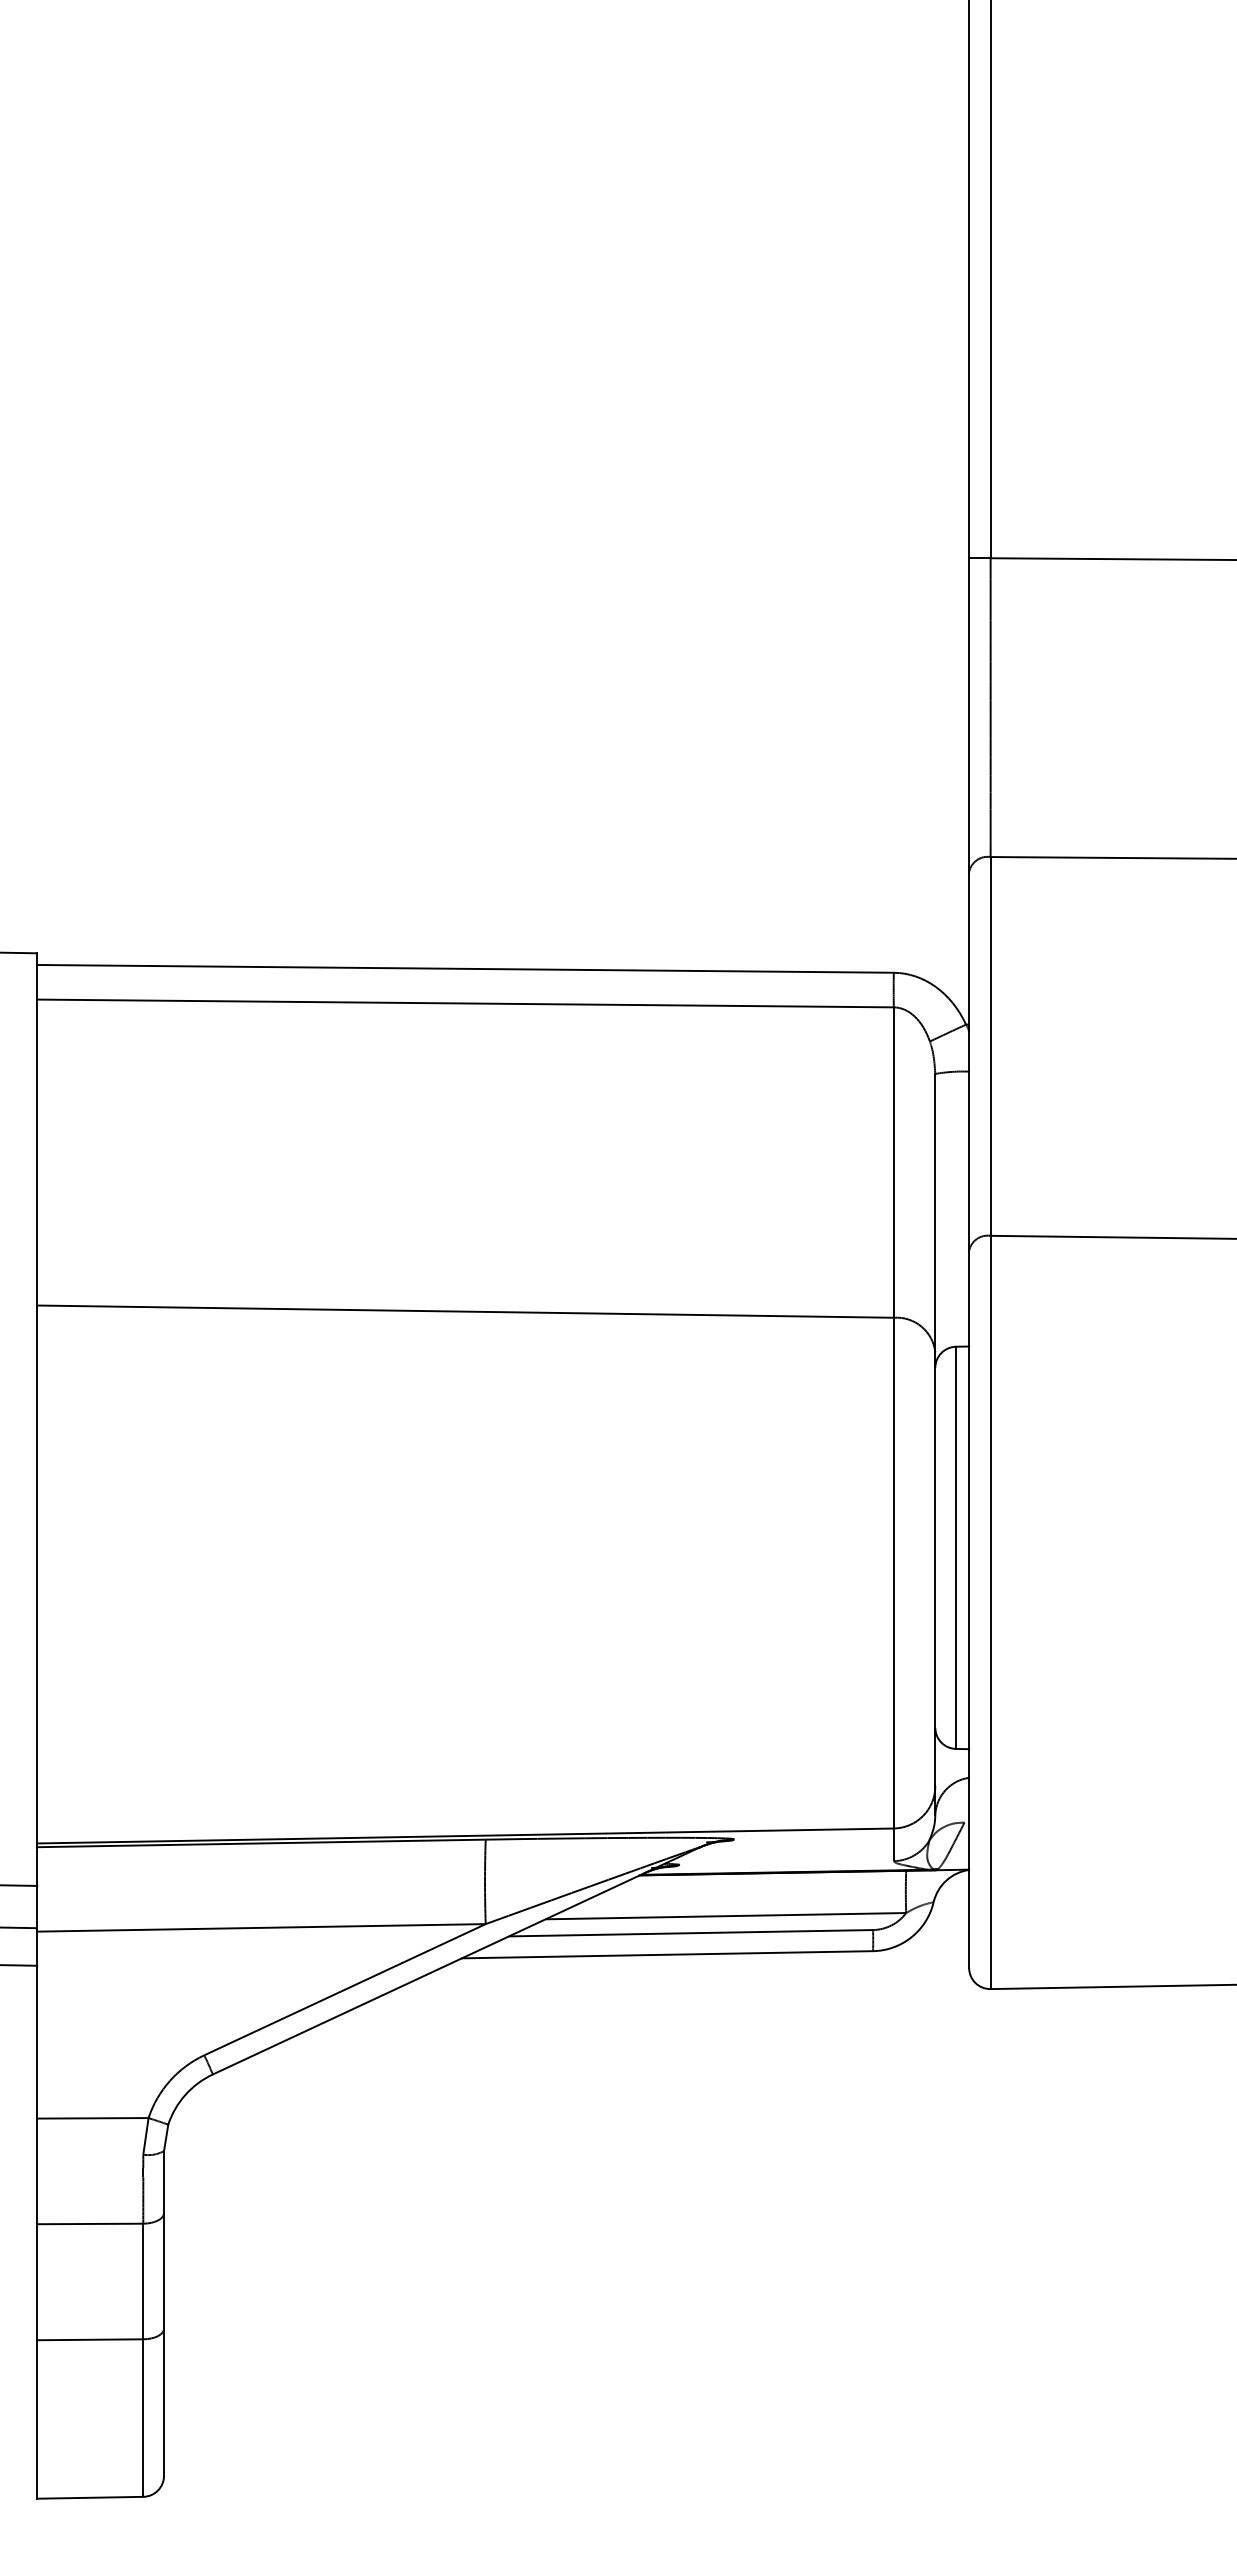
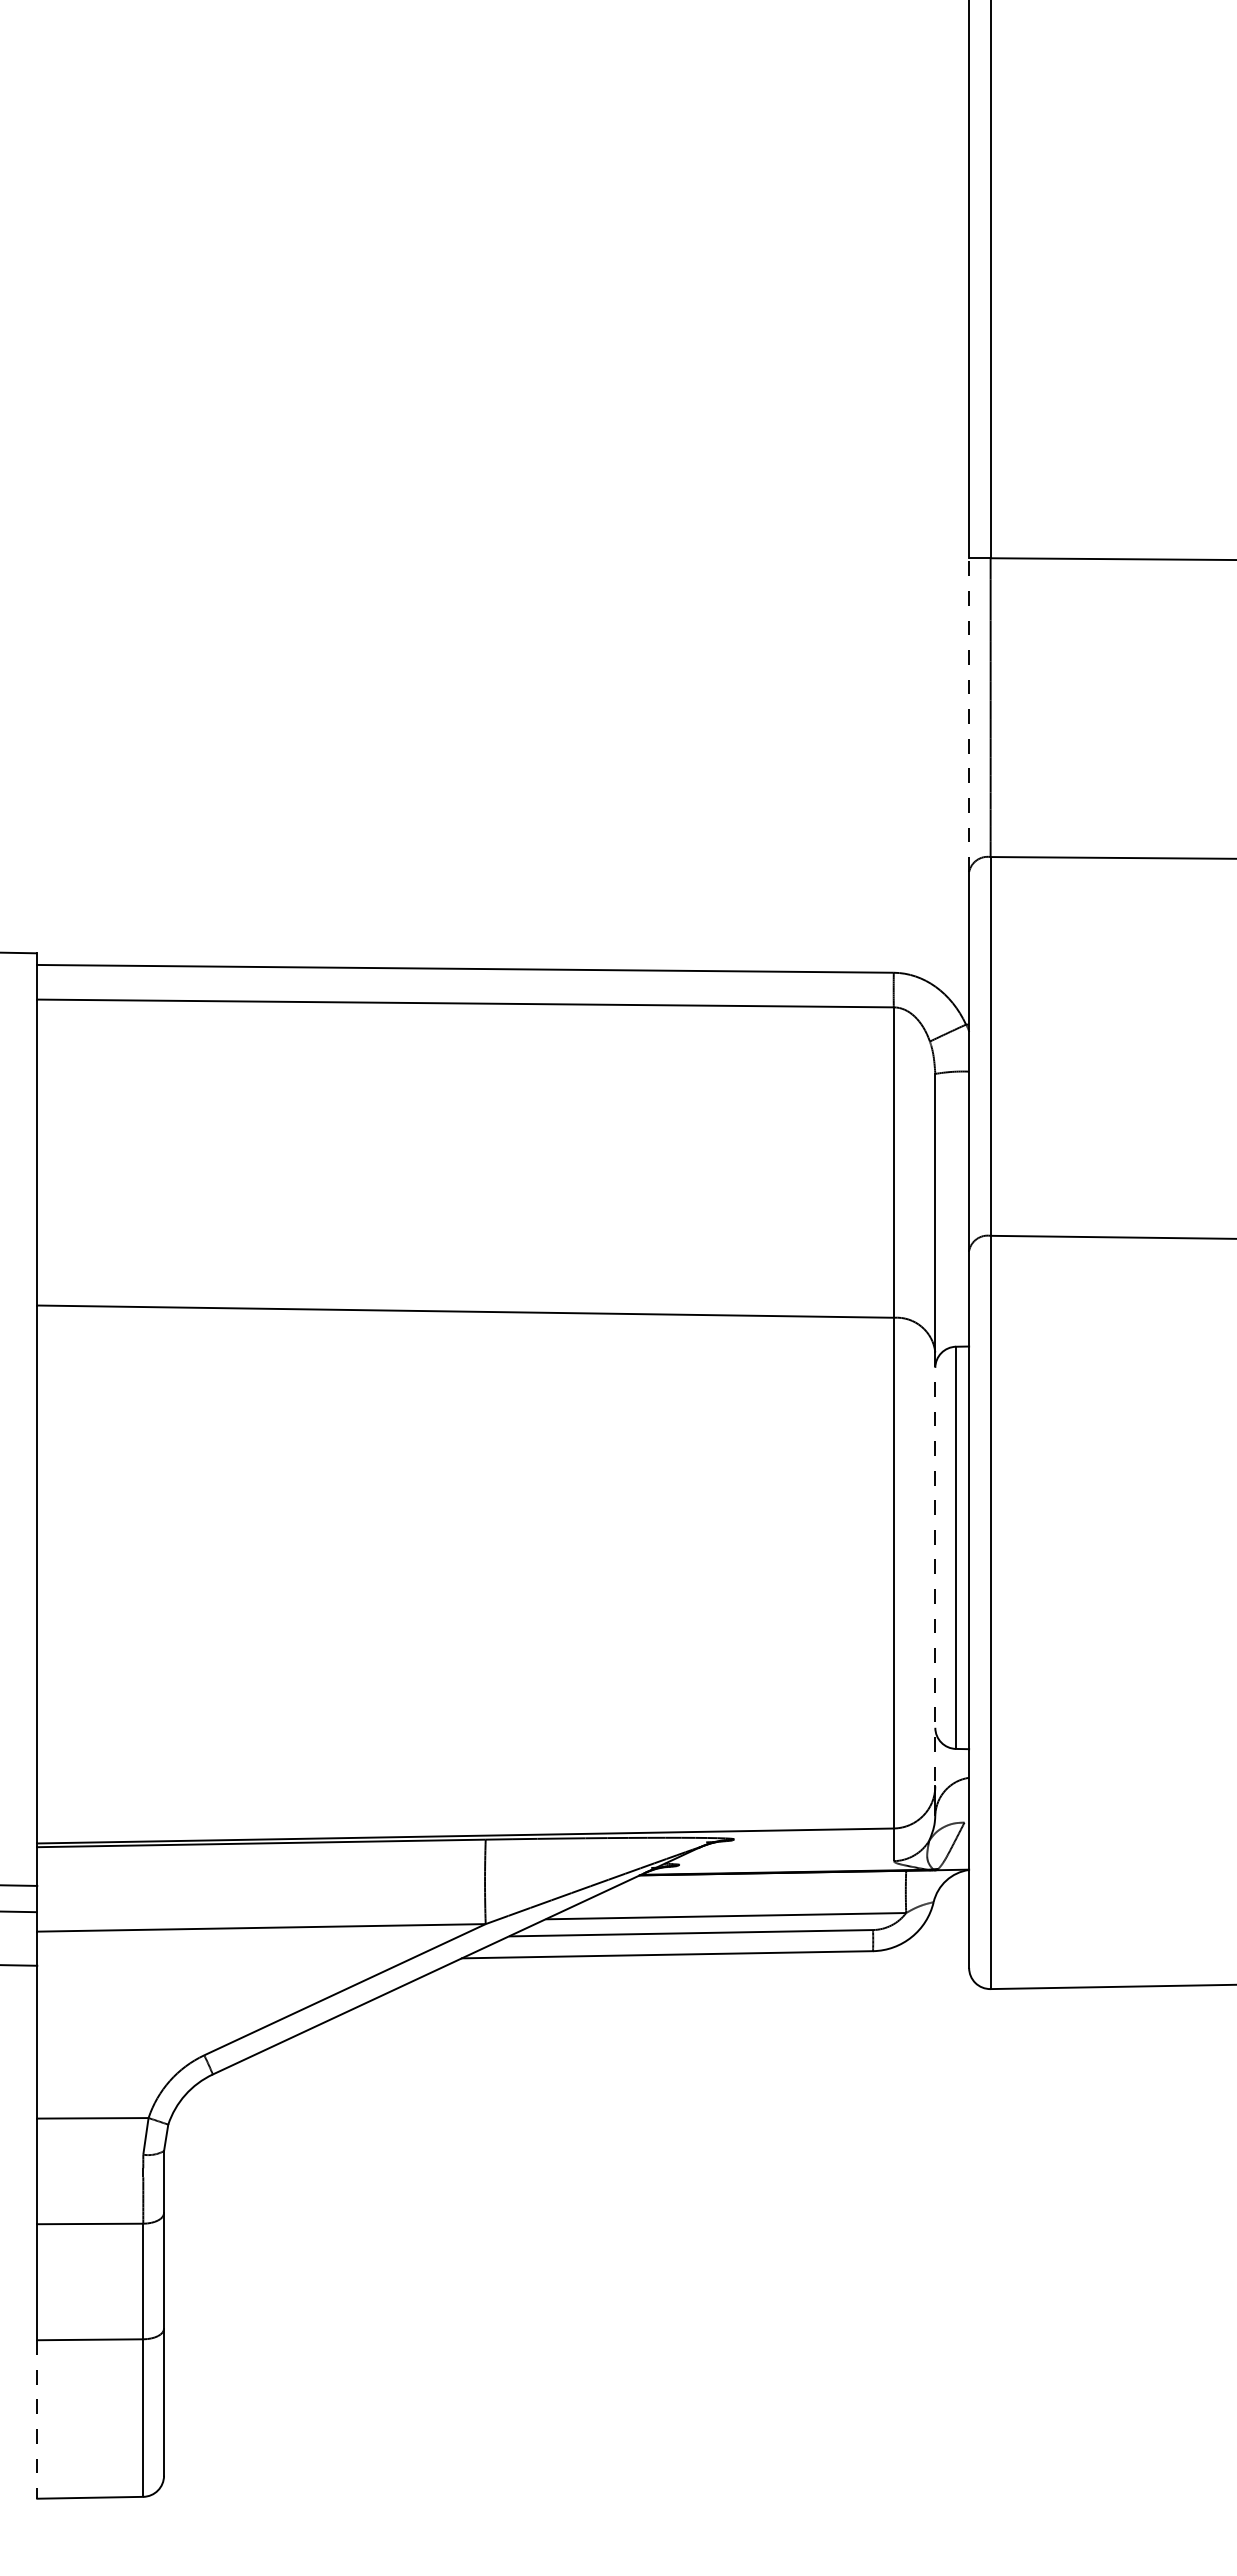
line at (969, 715): solid -> dashed
line at (935, 1569): solid -> dashed
line at (19, 1927) position: (19, 1927) -> (19, 1911)
line at (37, 2419): solid -> dashed
